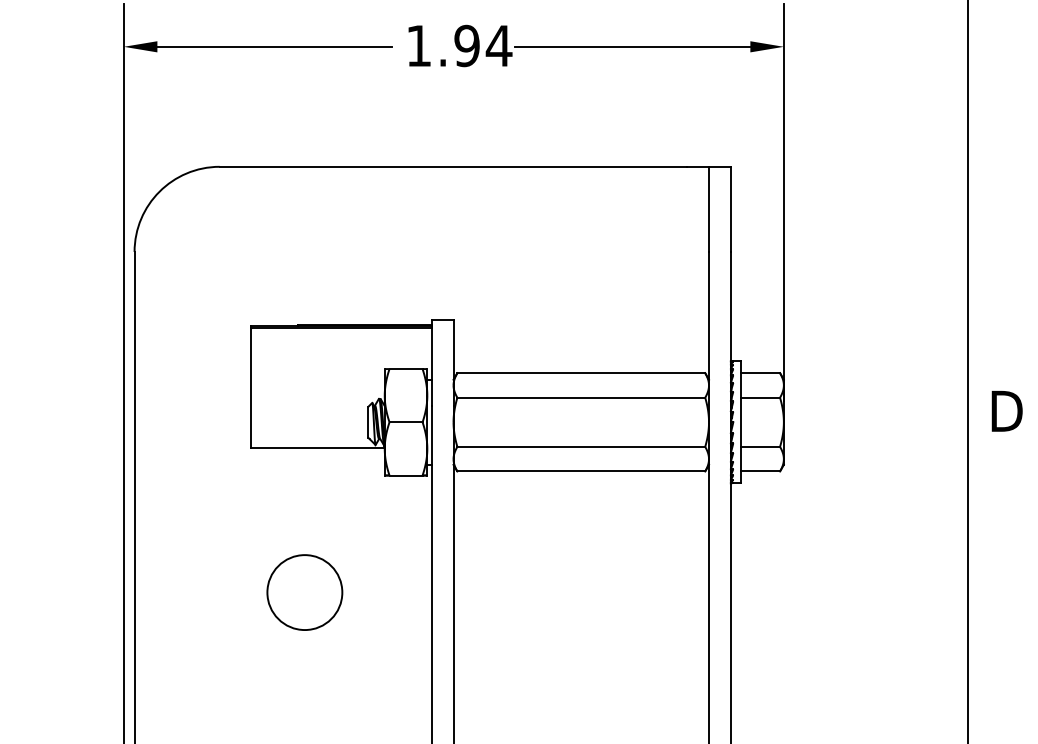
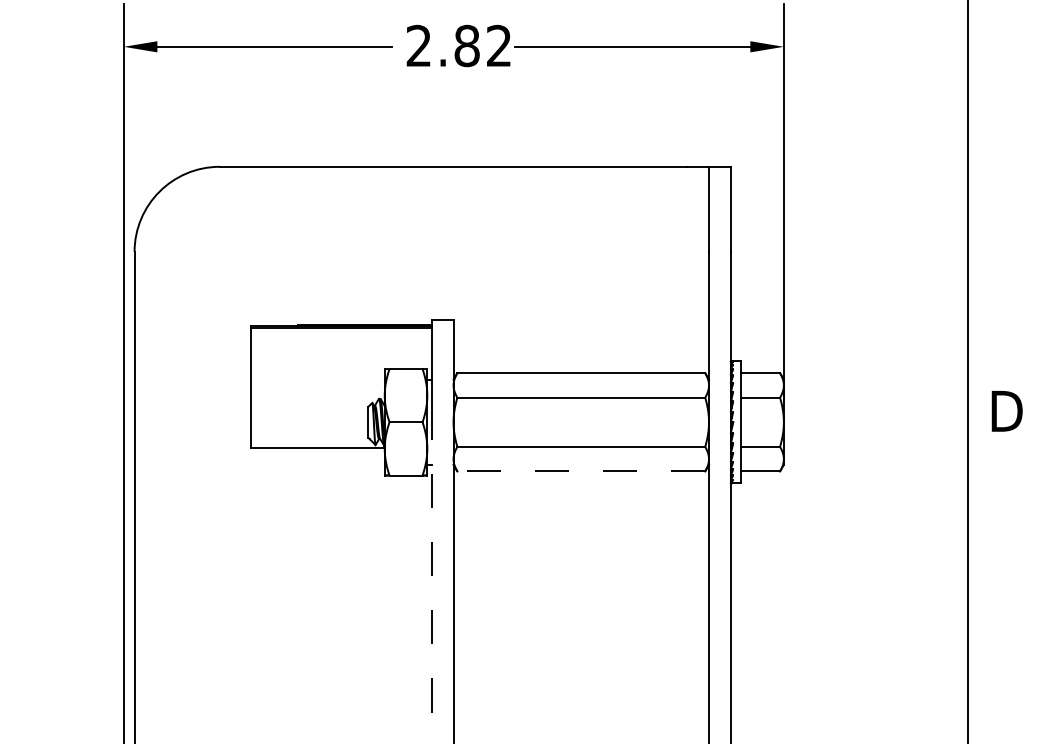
text at (459, 45): 1.94 -> 2.82
line at (581, 471): solid -> dashed
line at (432, 574): solid -> dashed
circle at (304, 592): present -> none
